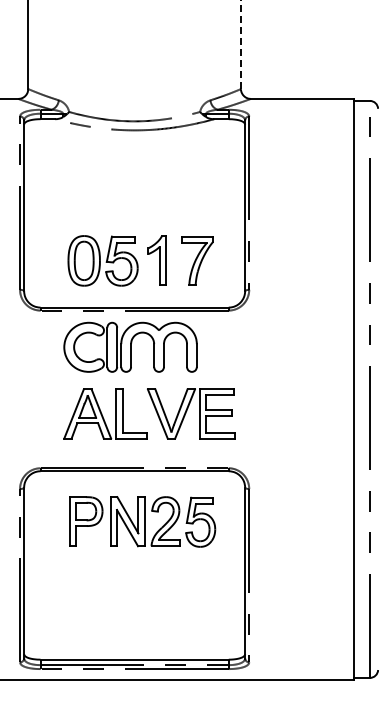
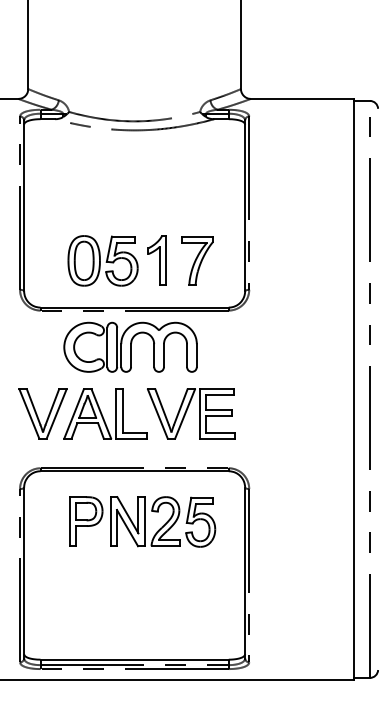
line at (241, 44): dashed -> solid
part at (42, 413): none -> present
